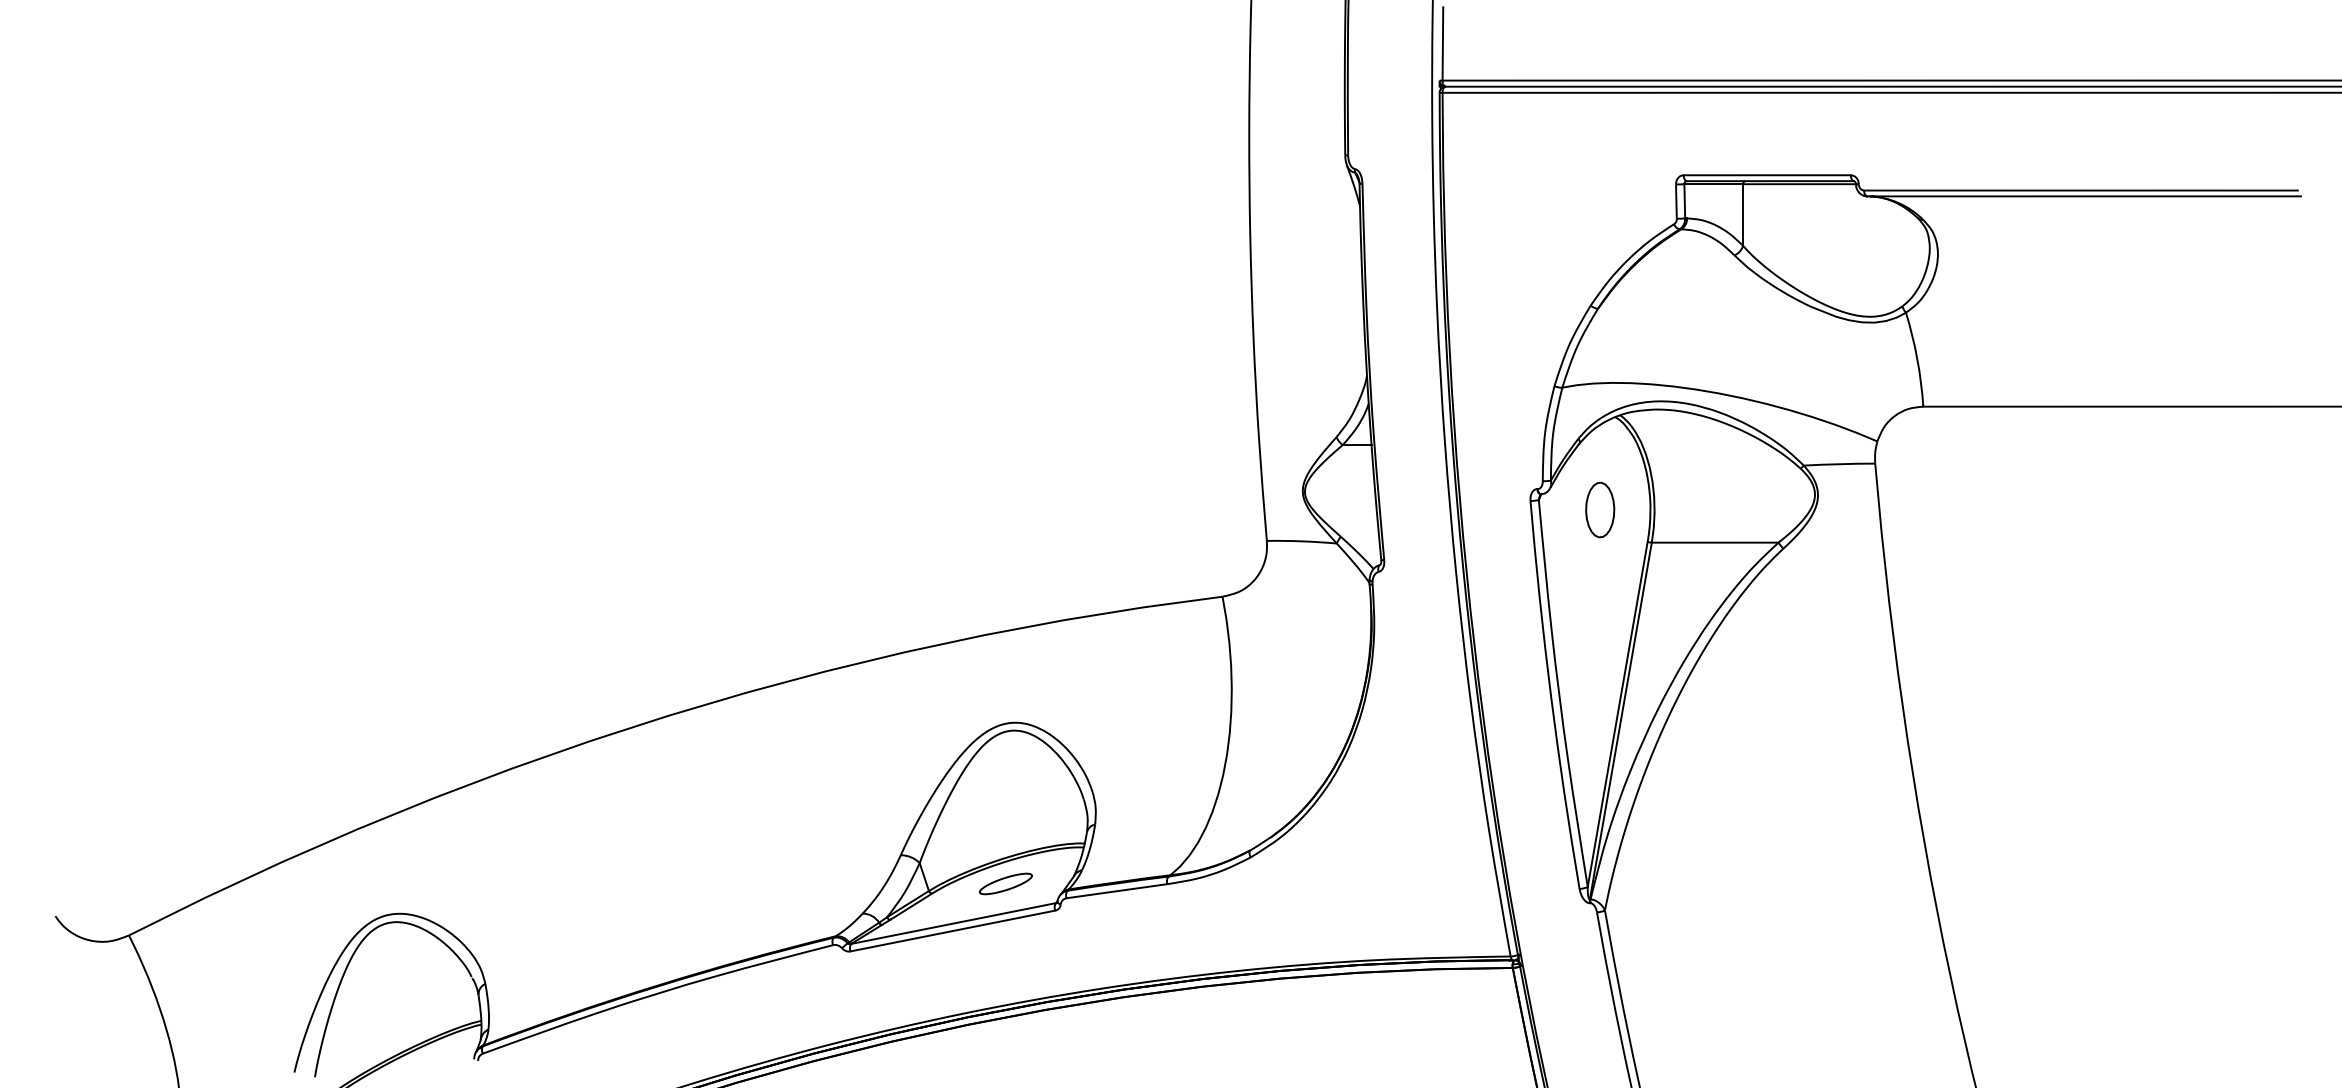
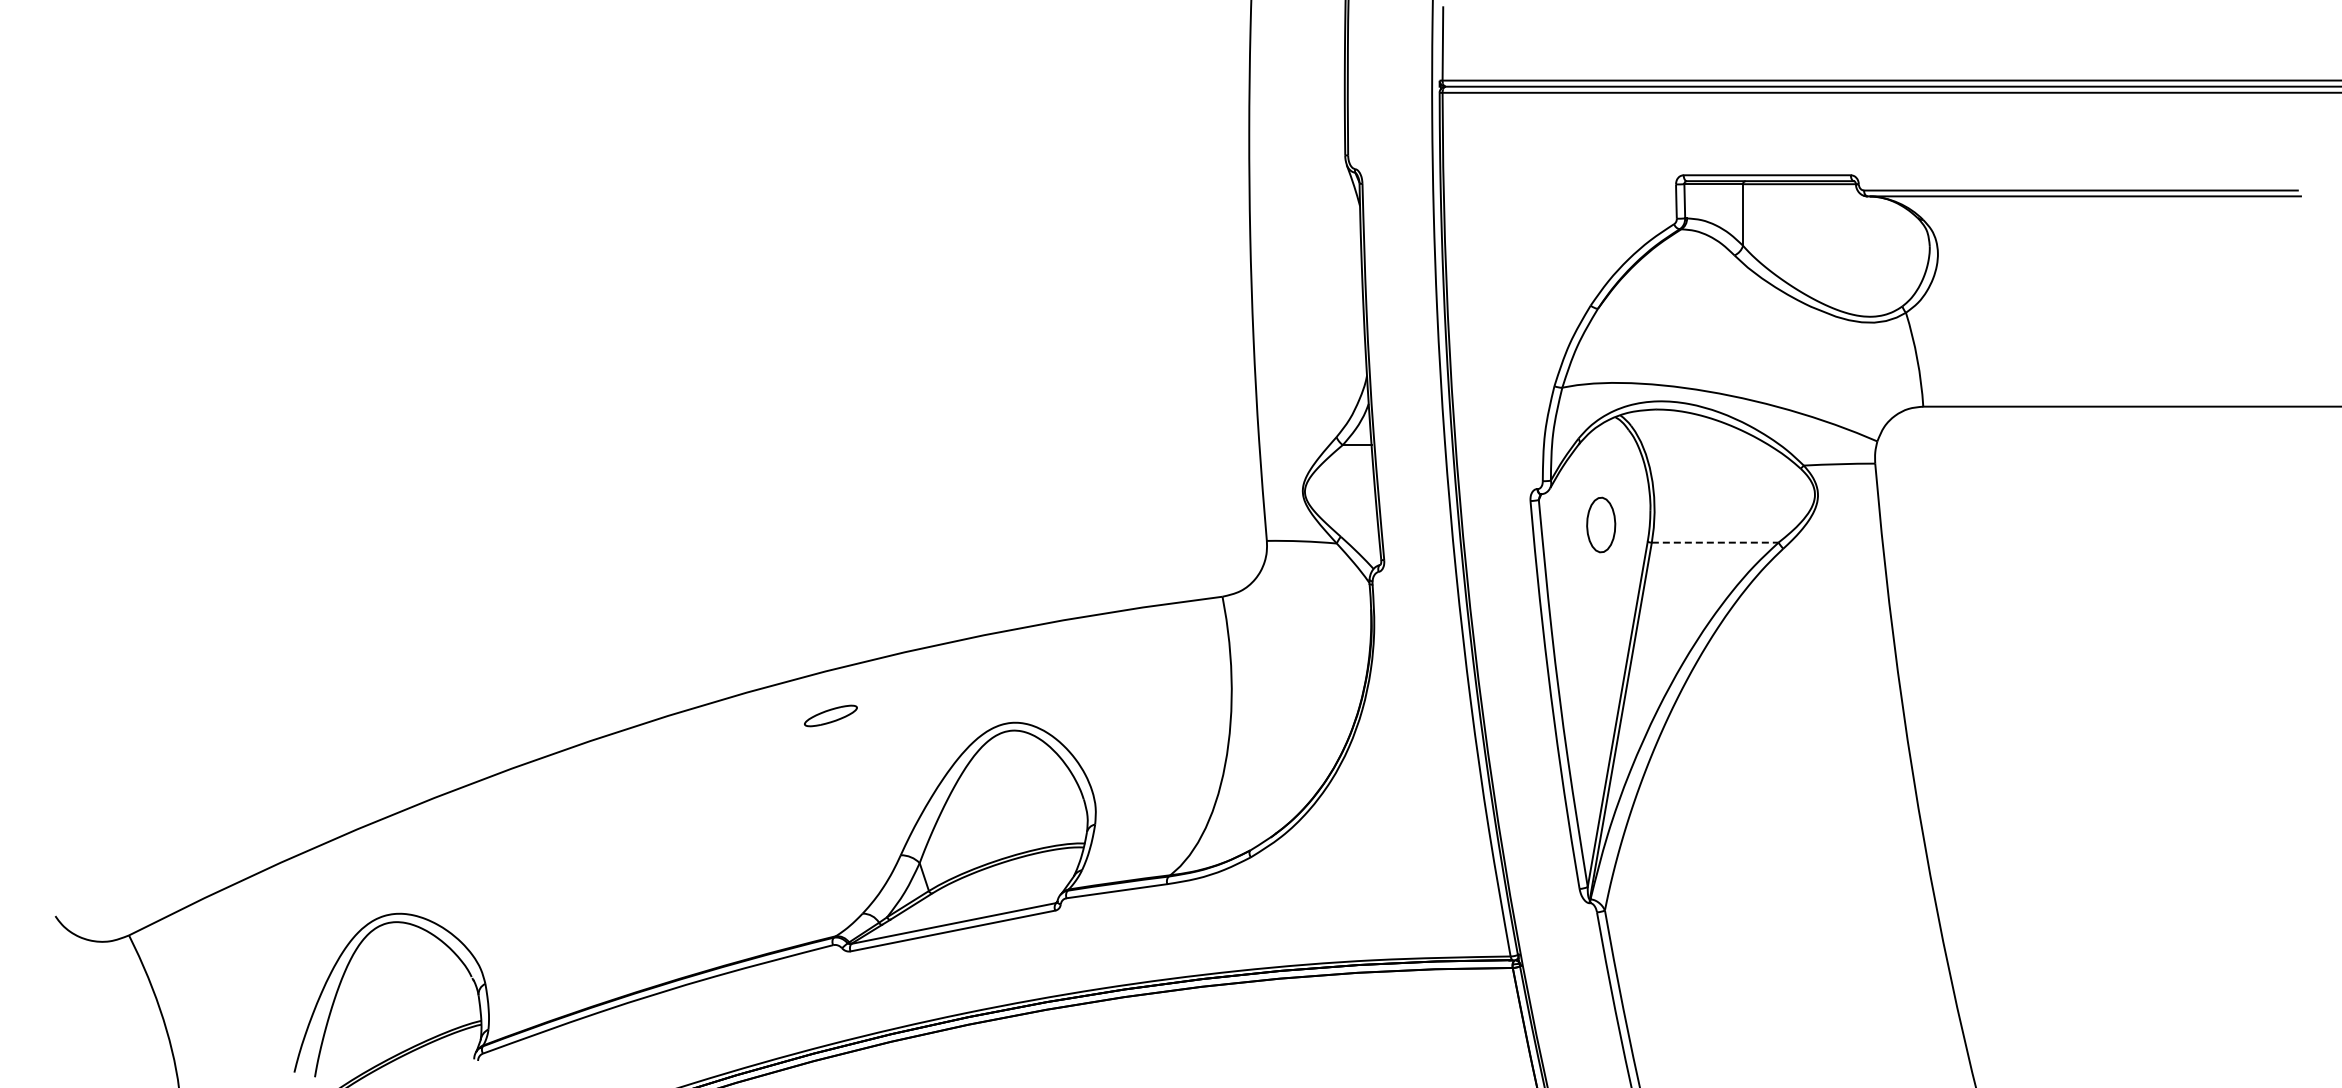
part at (1600, 509) position: (1600, 509) -> (1601, 524)
line at (1715, 542): solid -> dashed
part at (1005, 883) position: (1005, 883) -> (830, 715)
